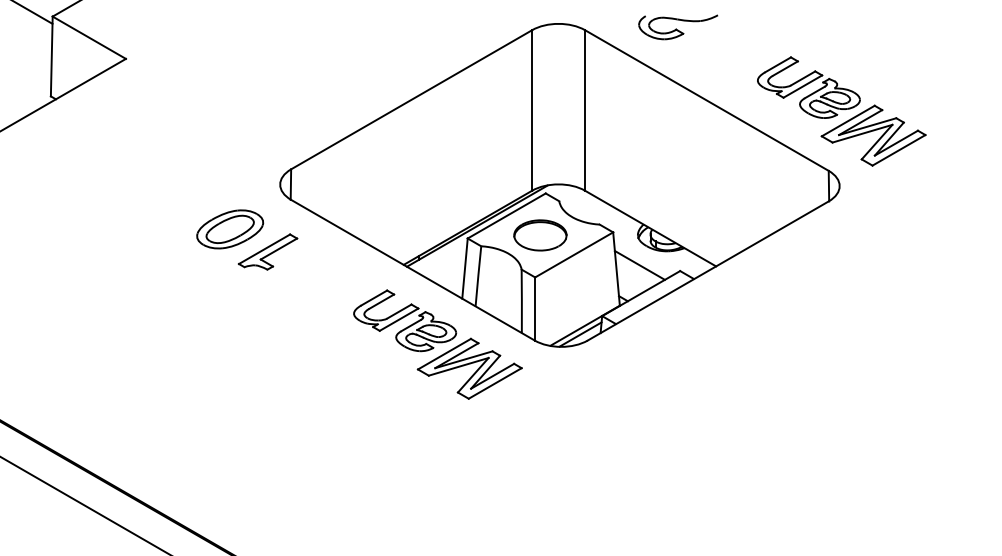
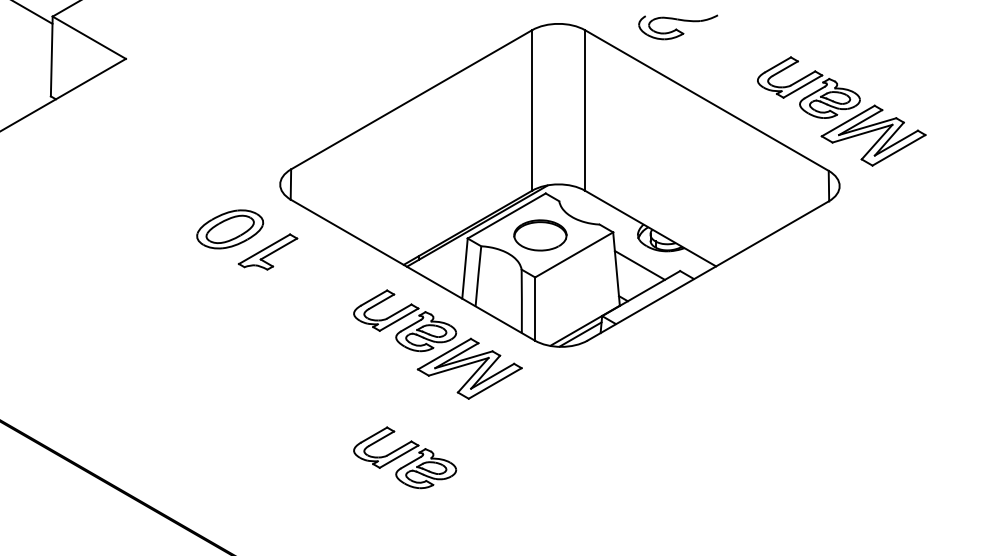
part at (405, 457): none -> present
line at (84, 504): present -> none
